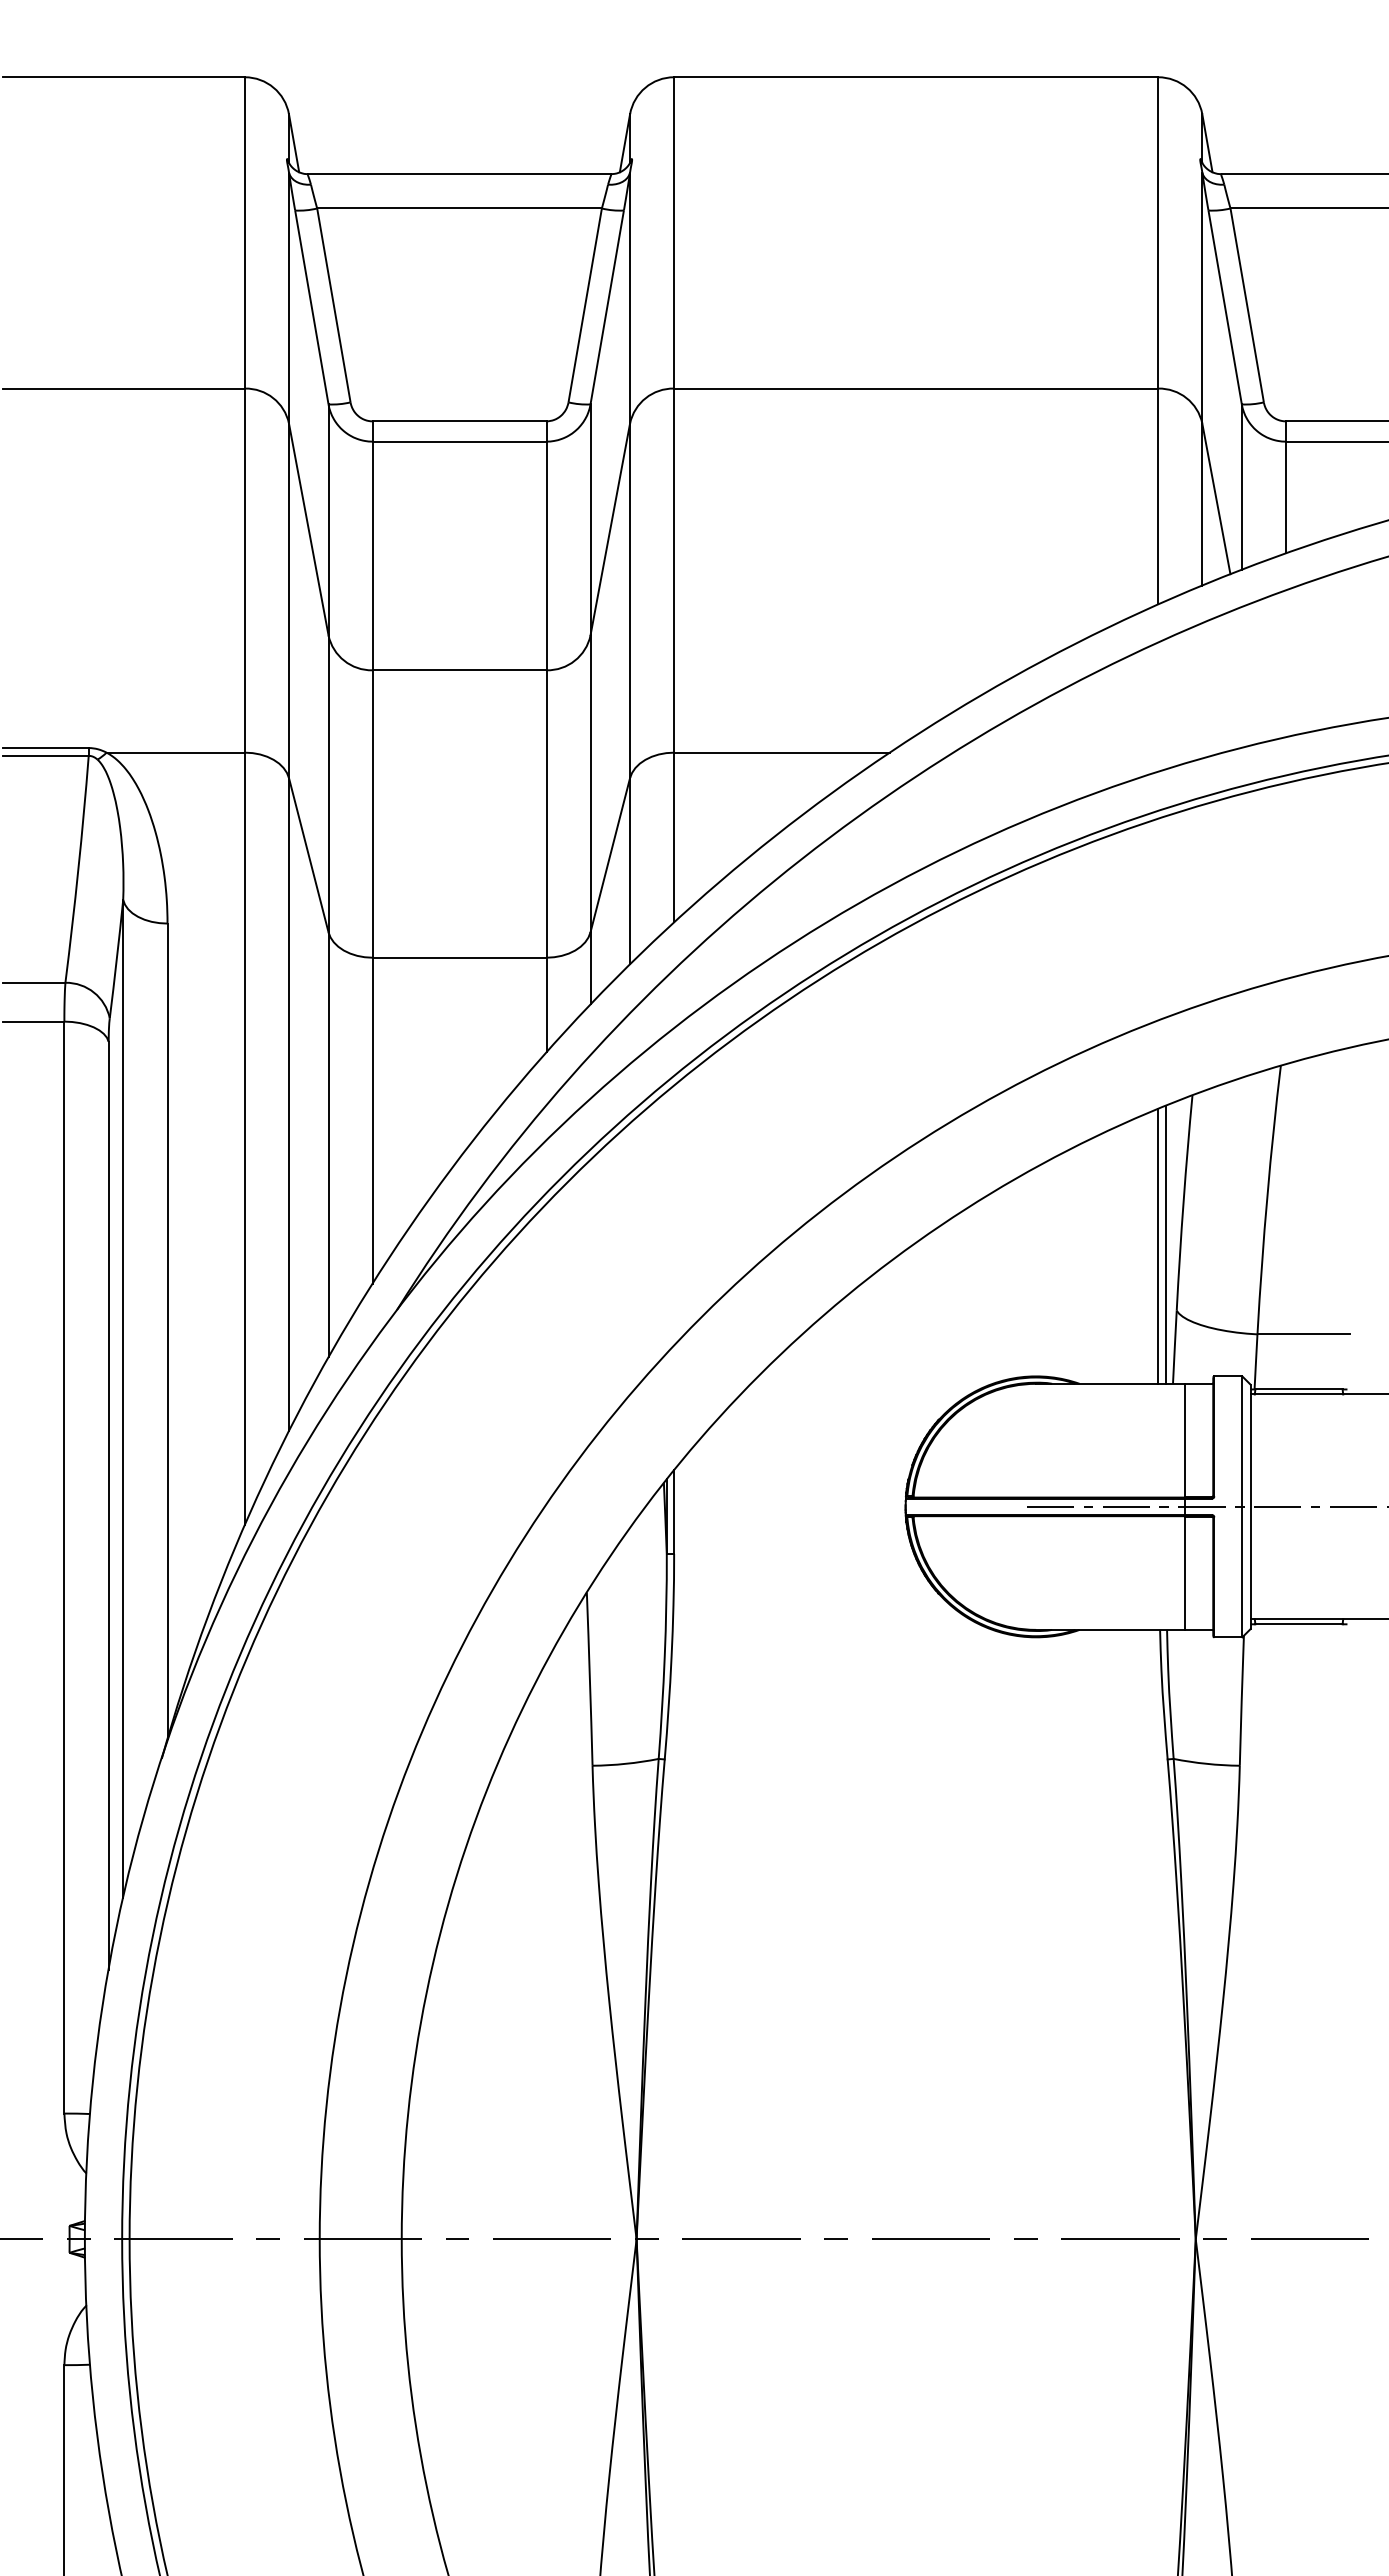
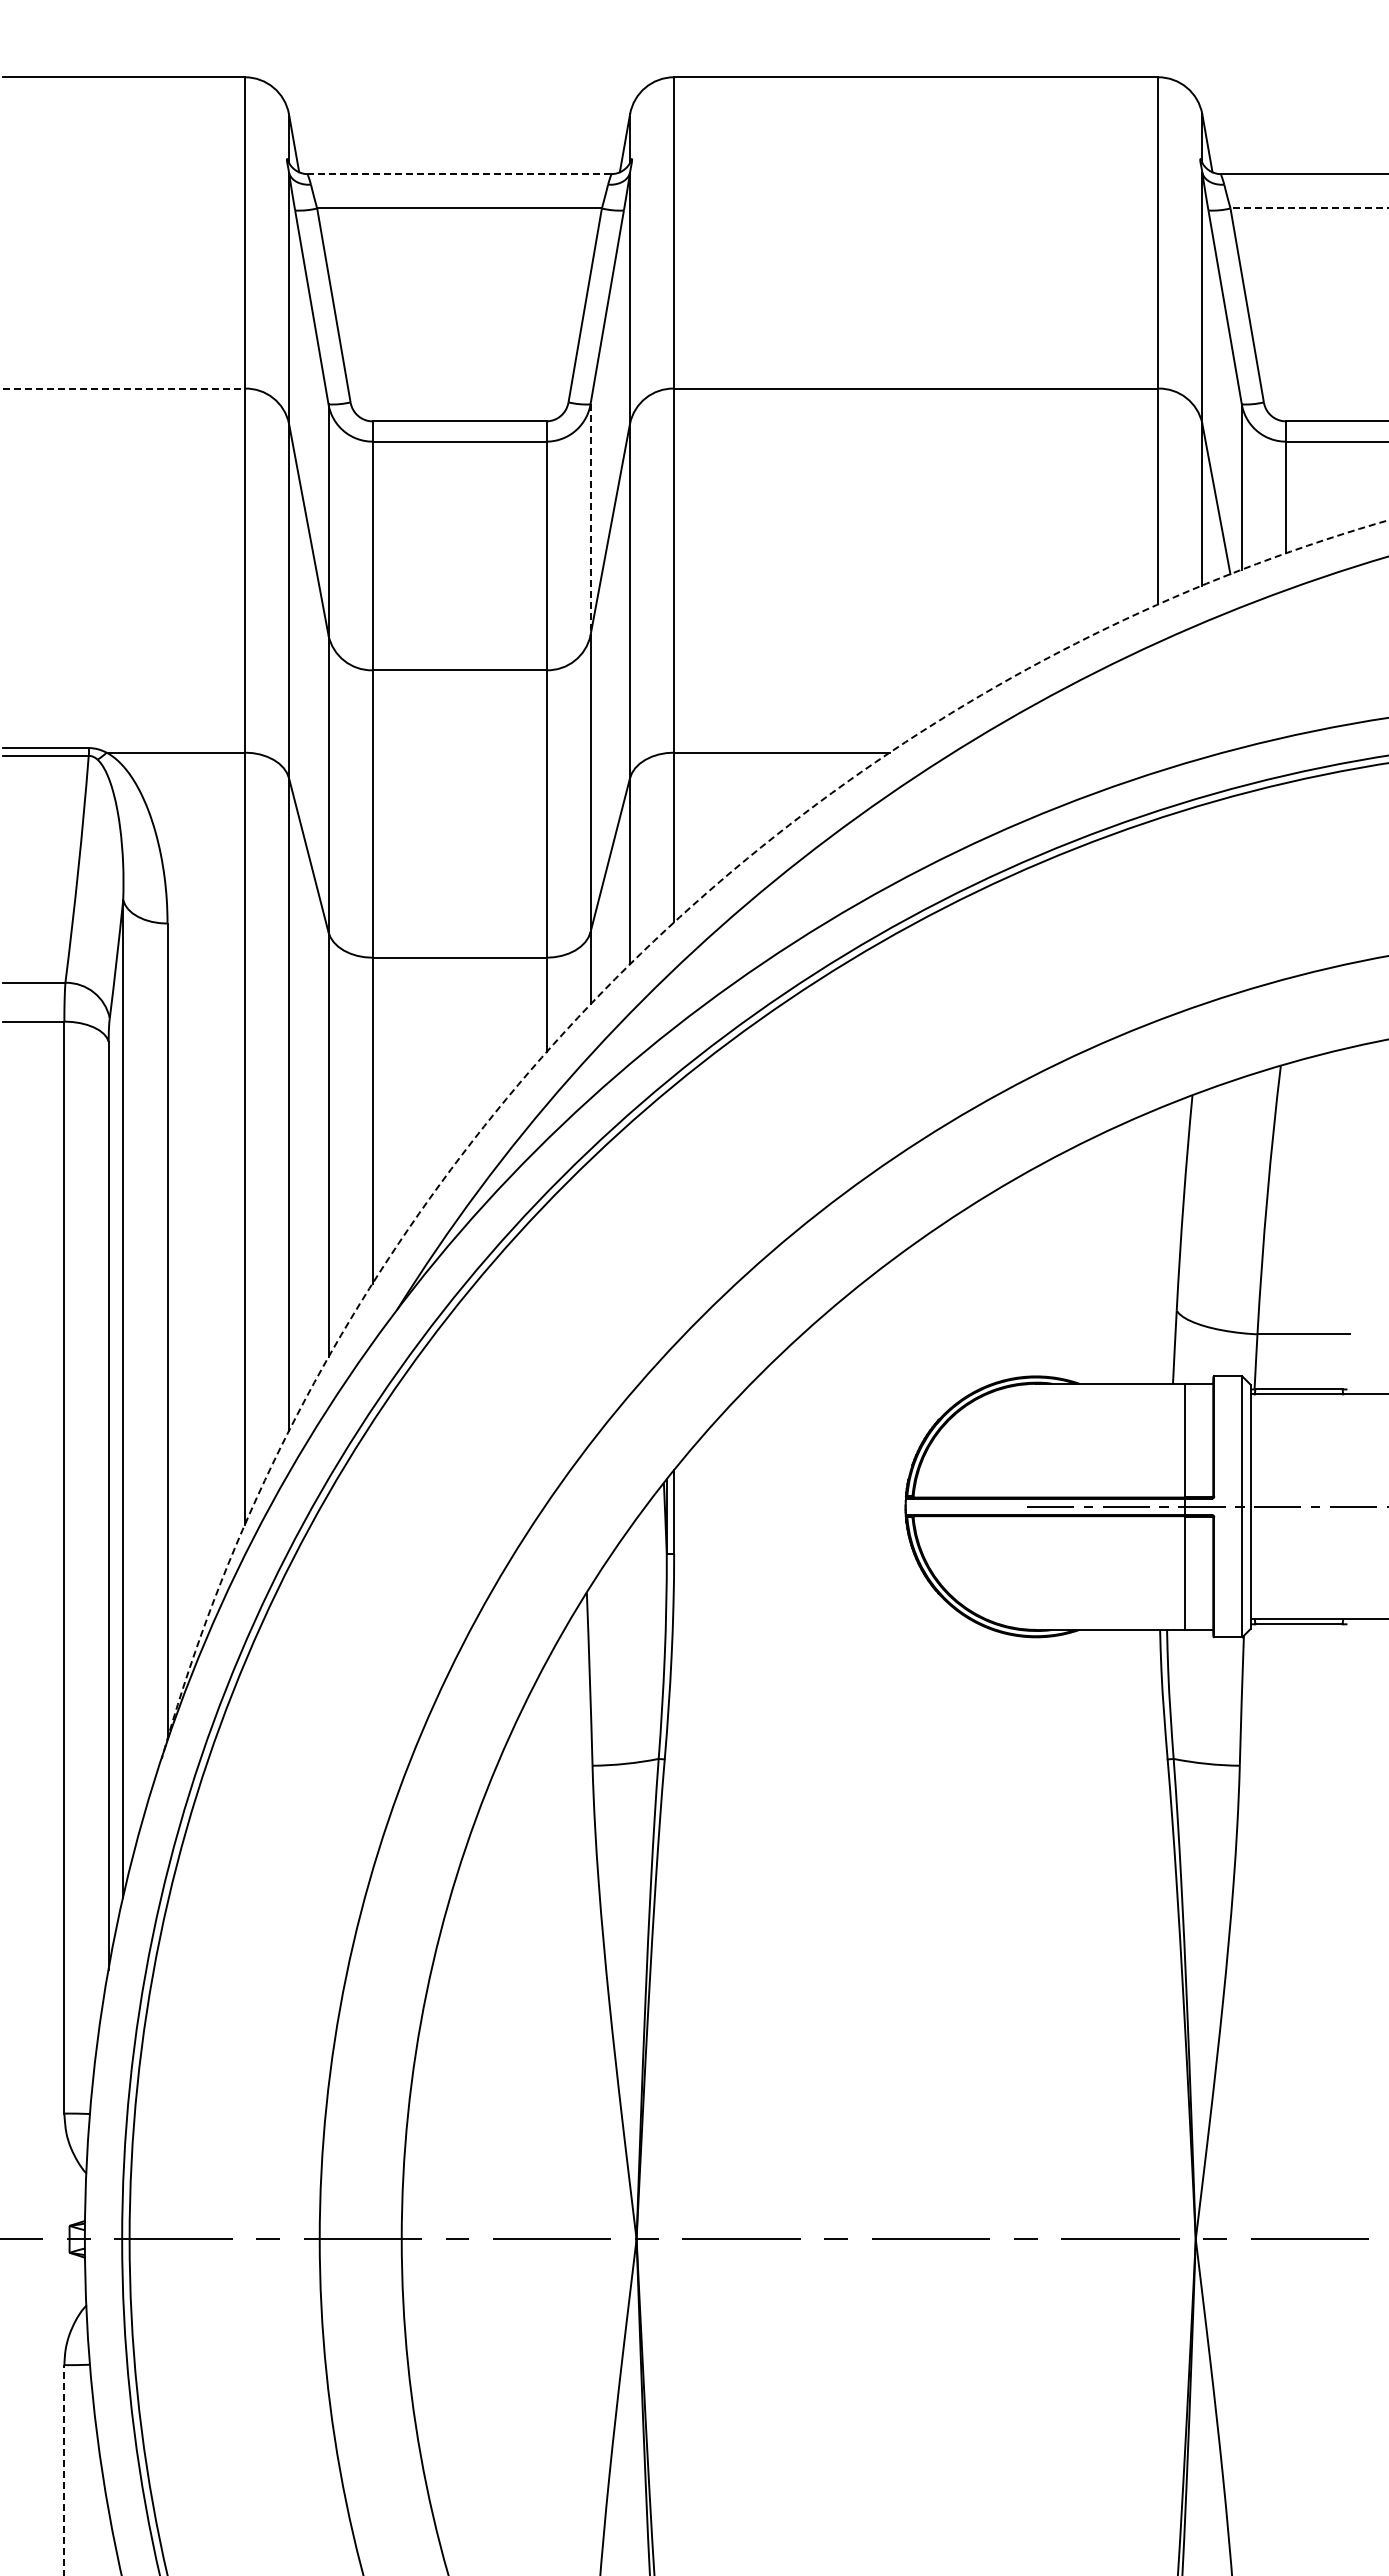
line at (459, 174): solid -> dashed
line at (1309, 208): solid -> dashed
line at (124, 388): solid -> dashed
line at (590, 520): solid -> dashed
arc at (613, 980): solid -> dashed
line at (1165, 1244): present -> none
line at (1158, 1246): present -> none
line at (64, 2470): solid -> dashed
